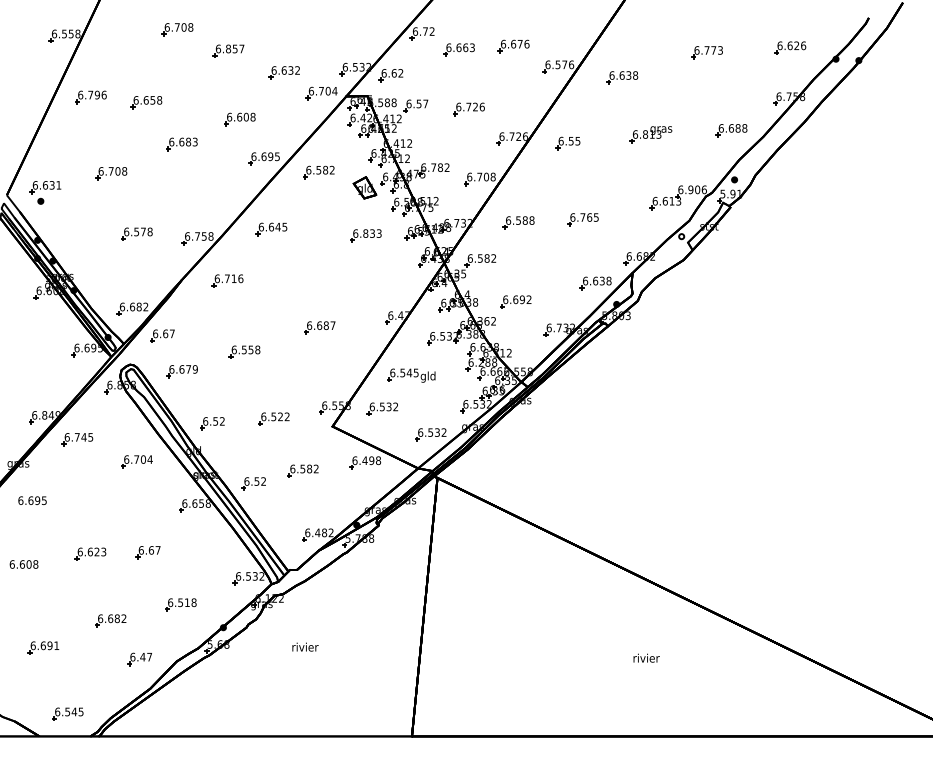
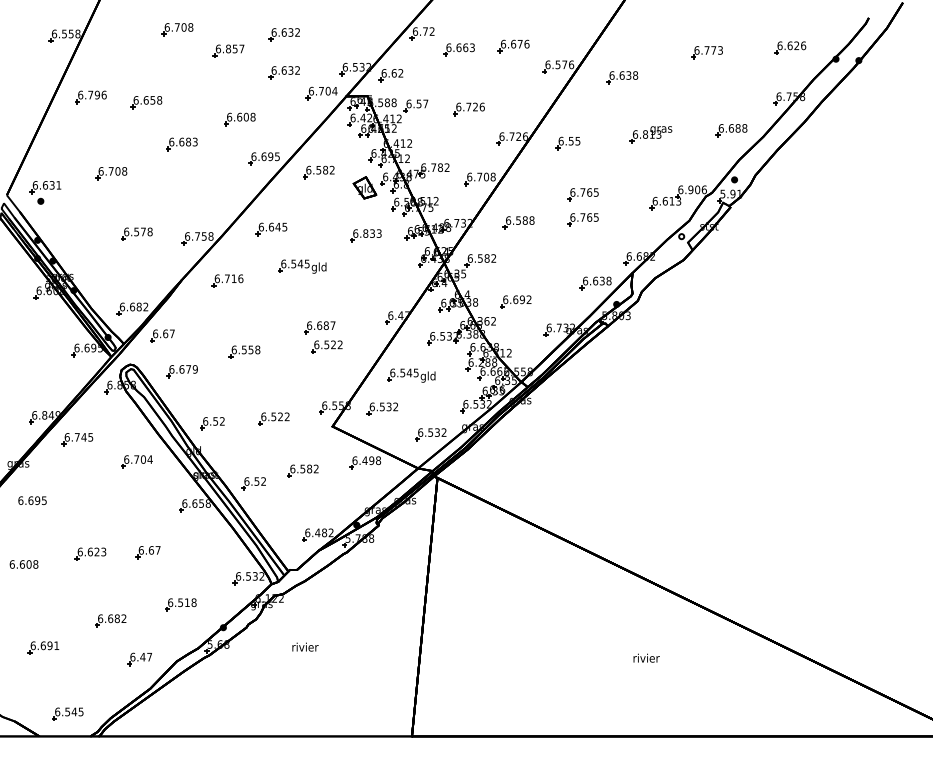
part at (283, 34): none -> present
part at (582, 194): none -> present
part at (302, 266): none -> present
part at (326, 346): none -> present
